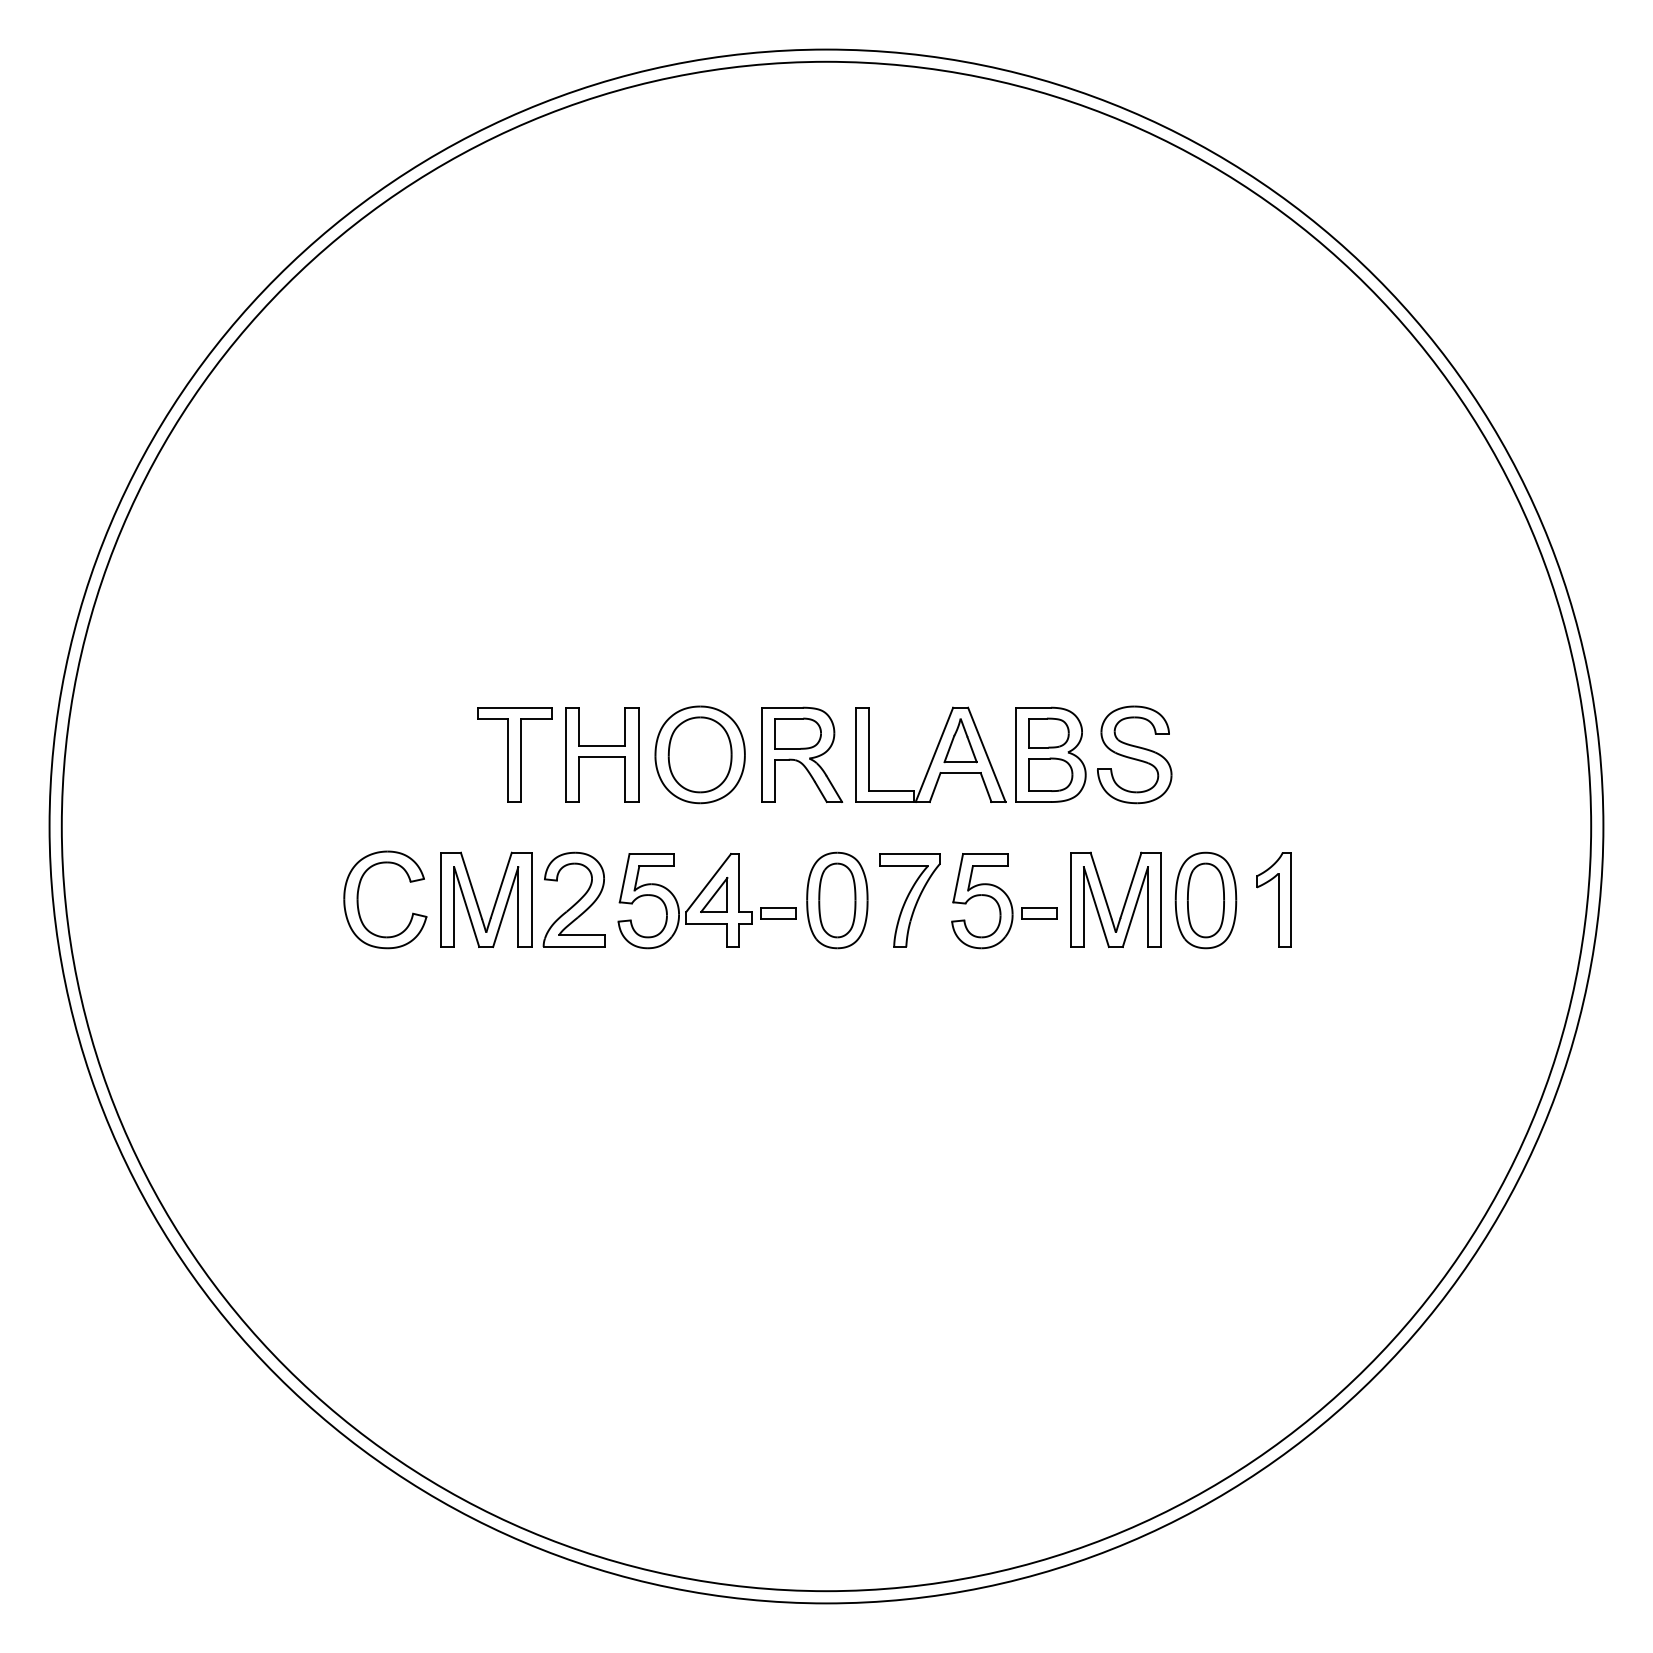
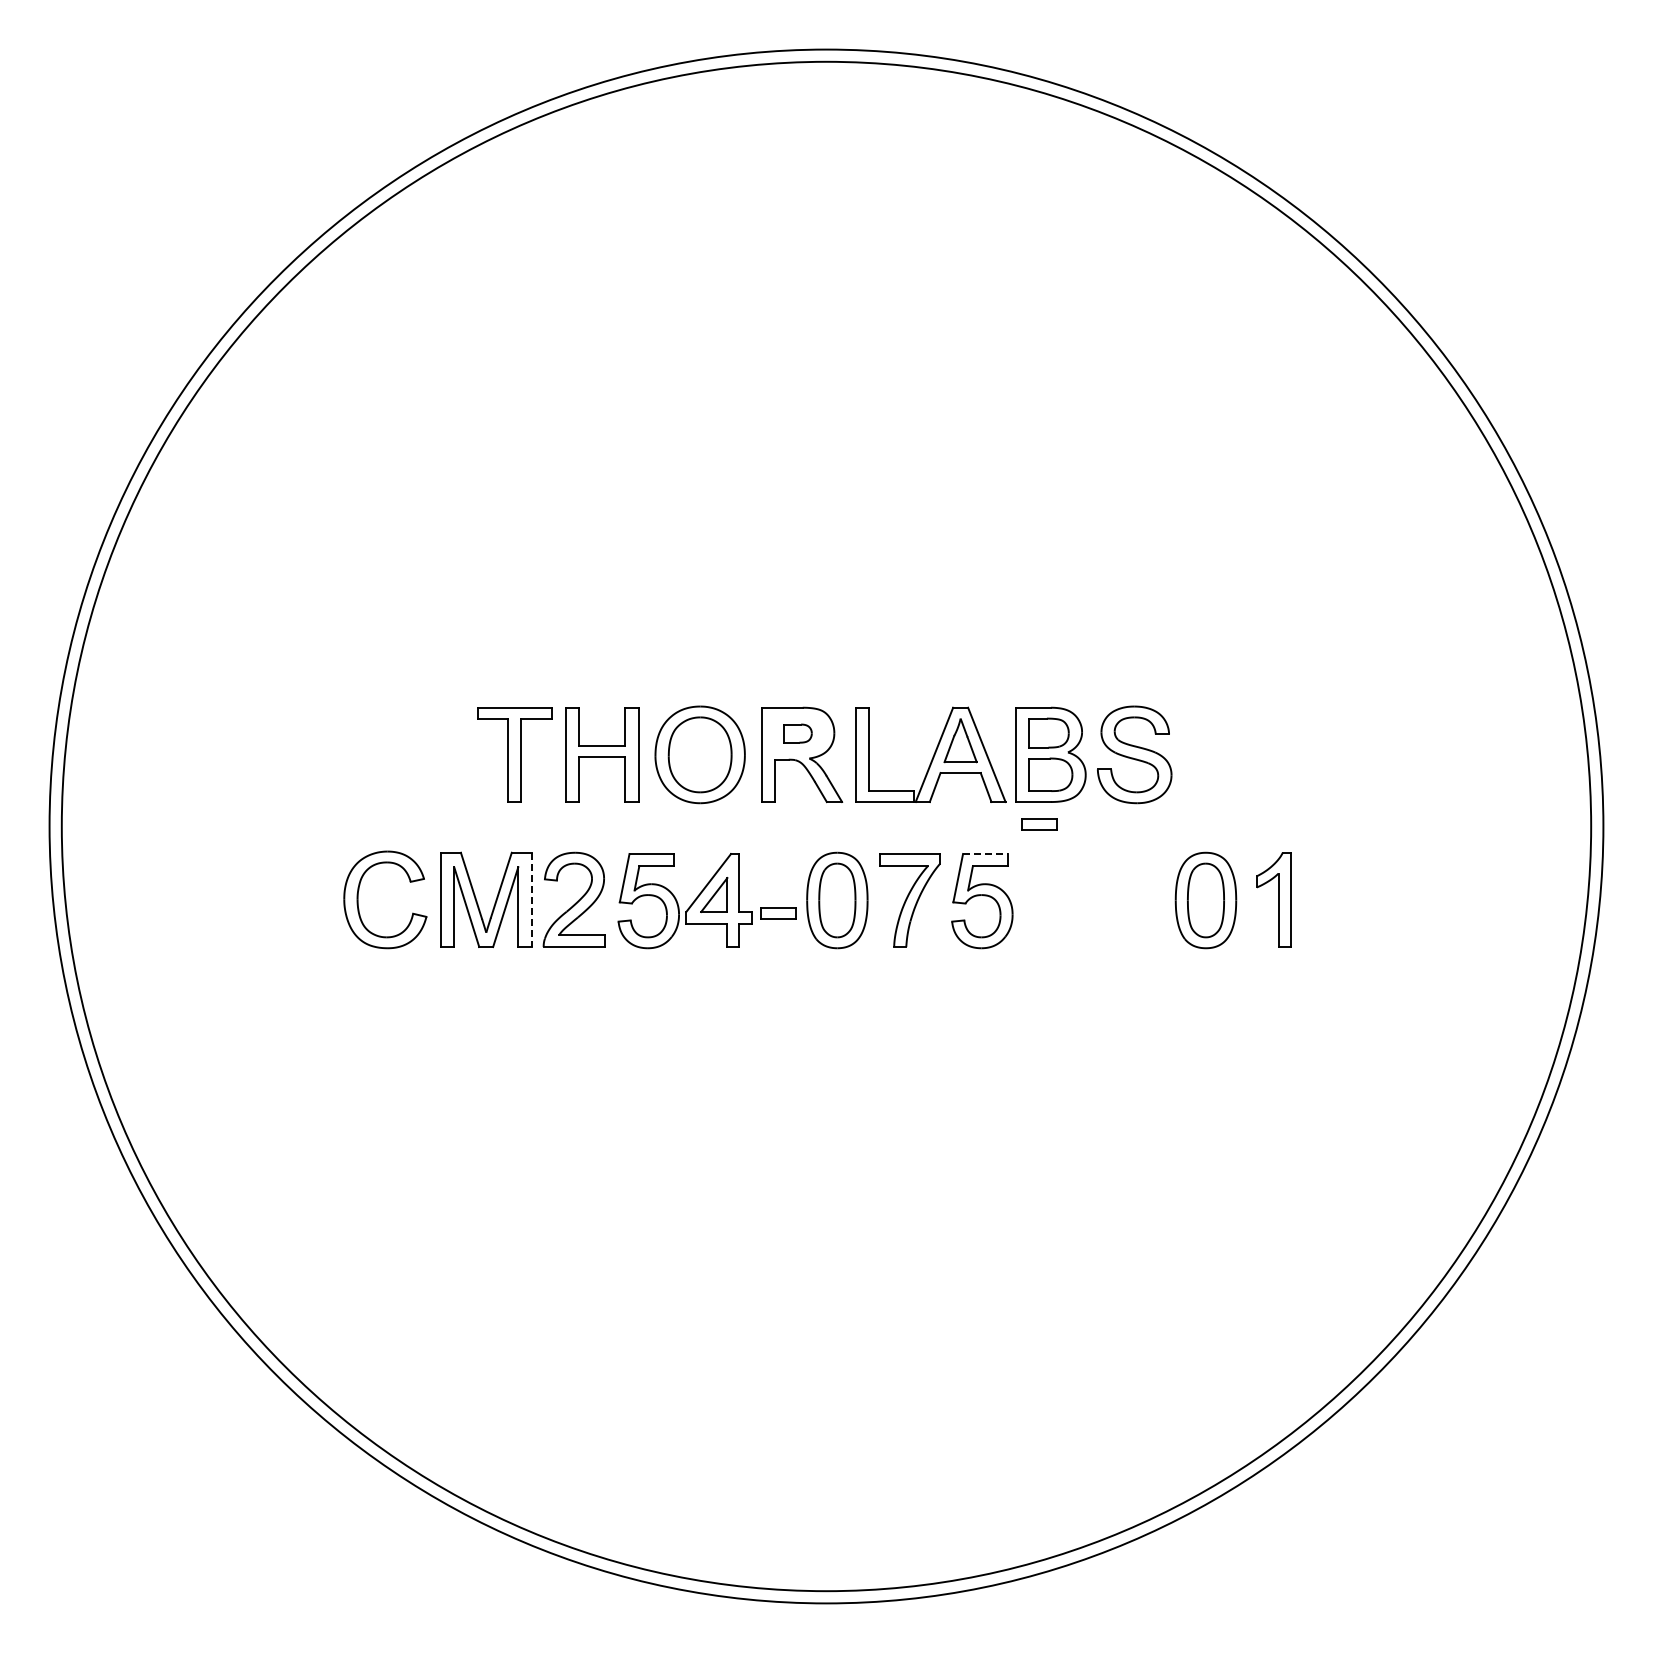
part at (797, 733) size: 48x33 px -> 30x21 px
line at (985, 854): solid -> dashed
line at (531, 900): solid -> dashed
part at (1107, 901): present -> none
part at (1039, 913) position: (1039, 913) -> (1039, 824)
